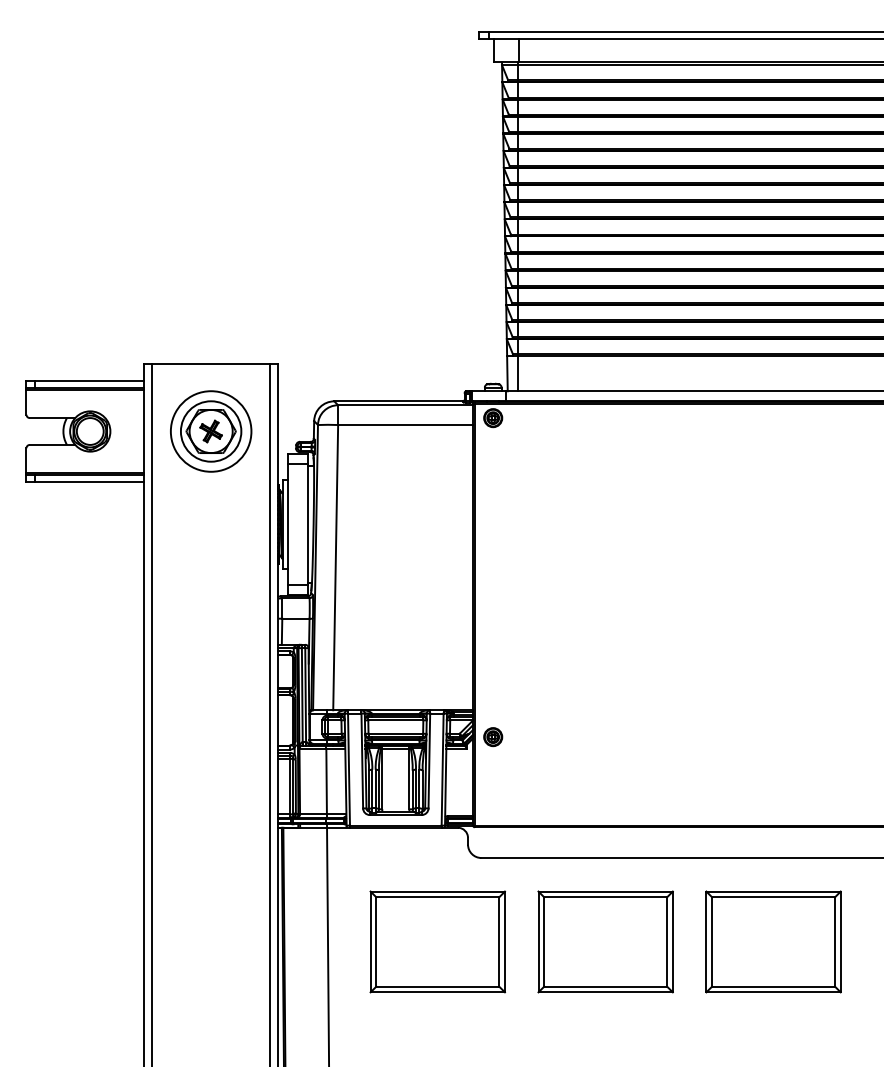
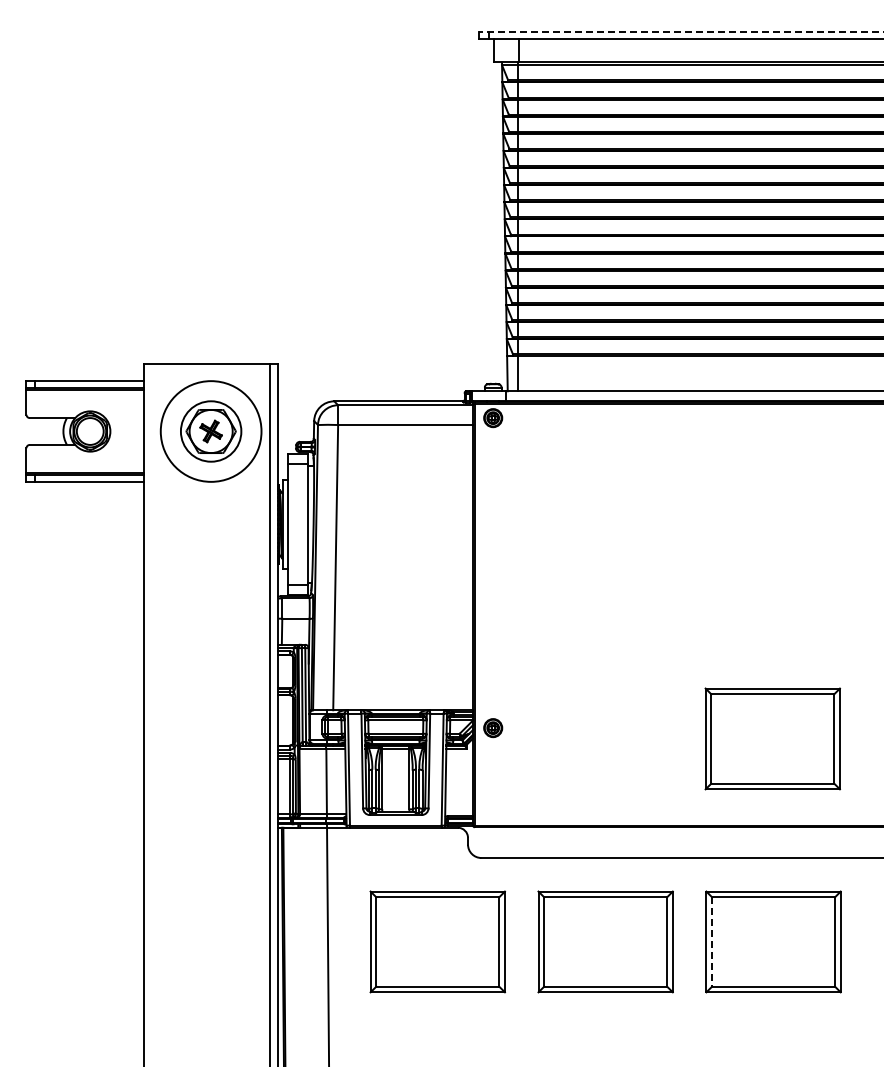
line at (680, 32): solid -> dashed
circle at (210, 431) diameter: 81 px -> 101 px
line at (152, 713): present -> none
part at (493, 737) position: (493, 737) -> (493, 728)
part at (772, 738): none -> present
line at (712, 941): solid -> dashed
